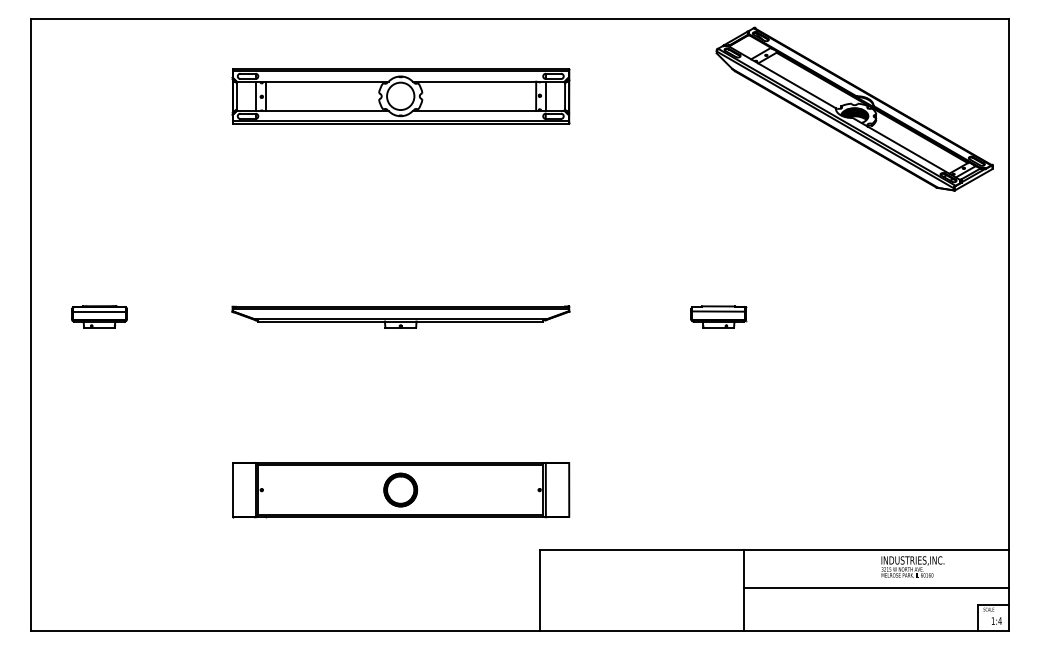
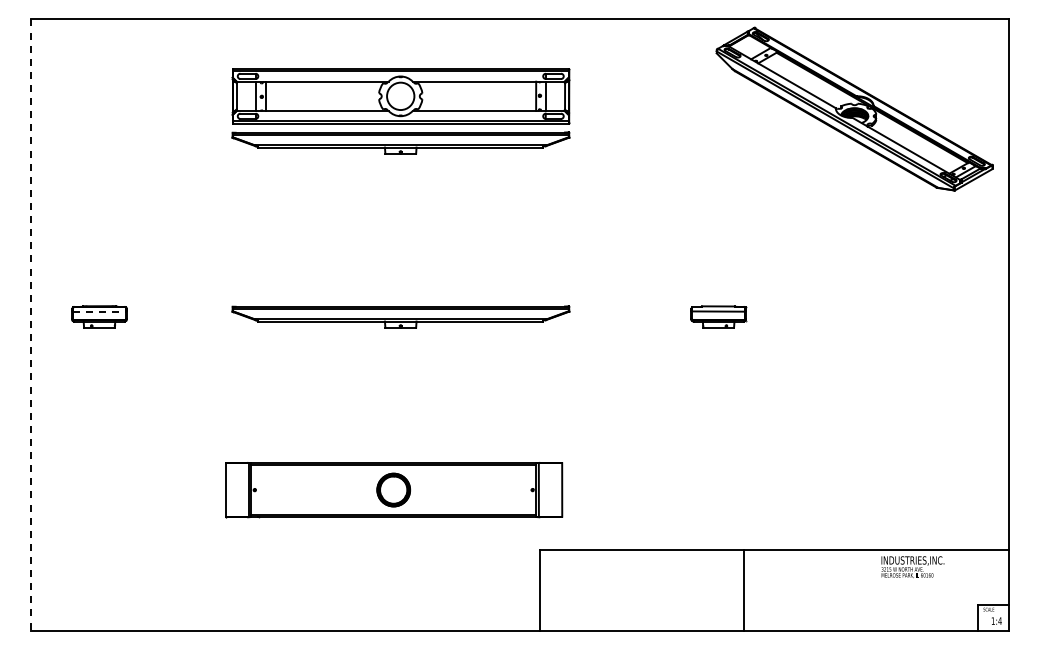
part at (400, 142): none -> present
line at (99, 311): solid -> dashed
line at (31, 325): solid -> dashed
part at (401, 490) position: (401, 490) -> (394, 490)
line at (875, 587): present -> none
